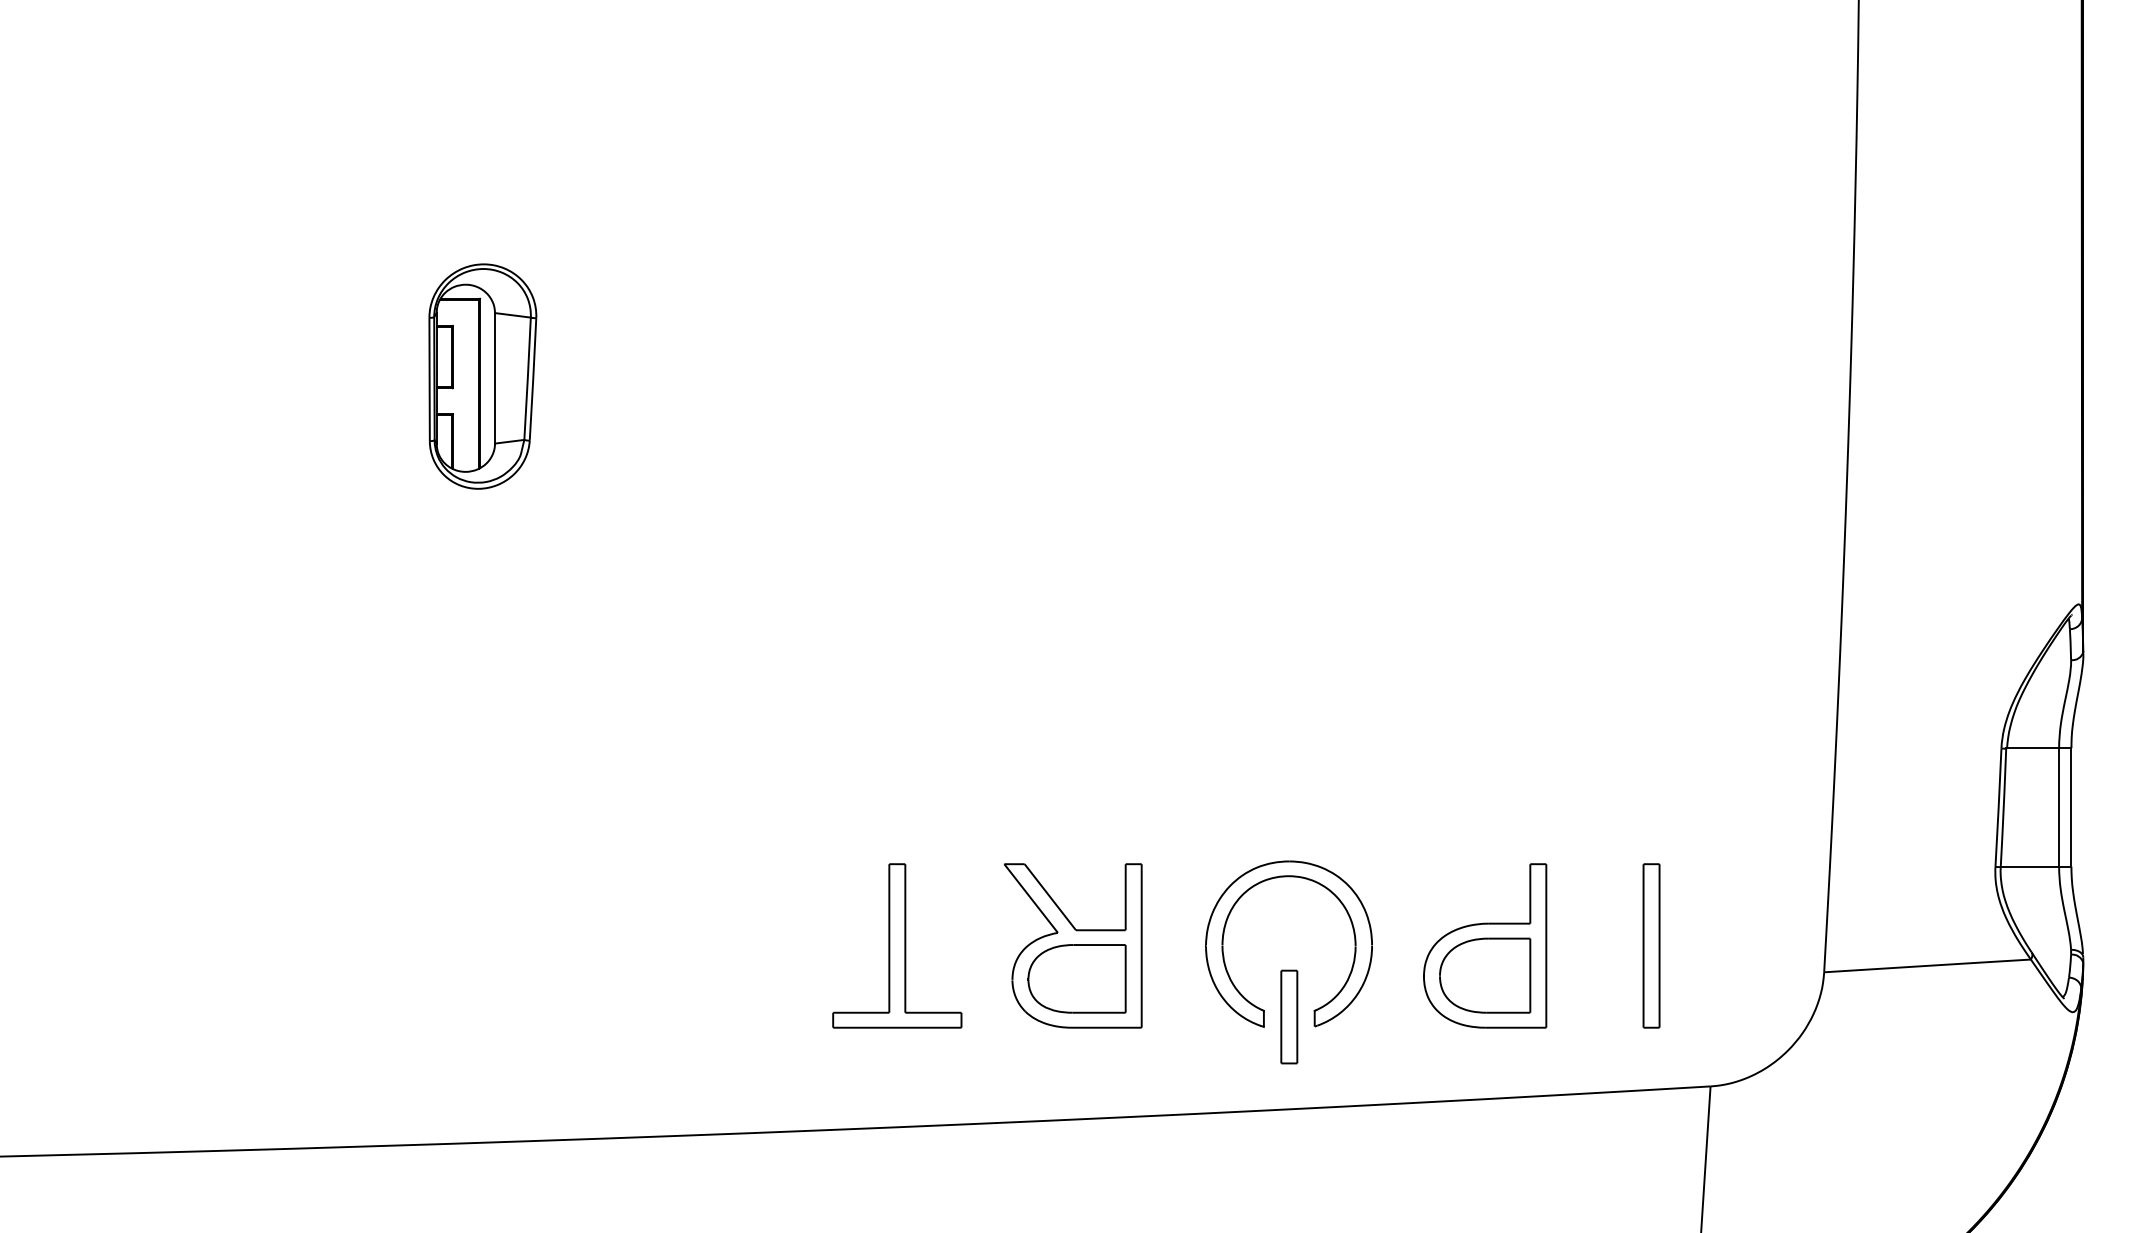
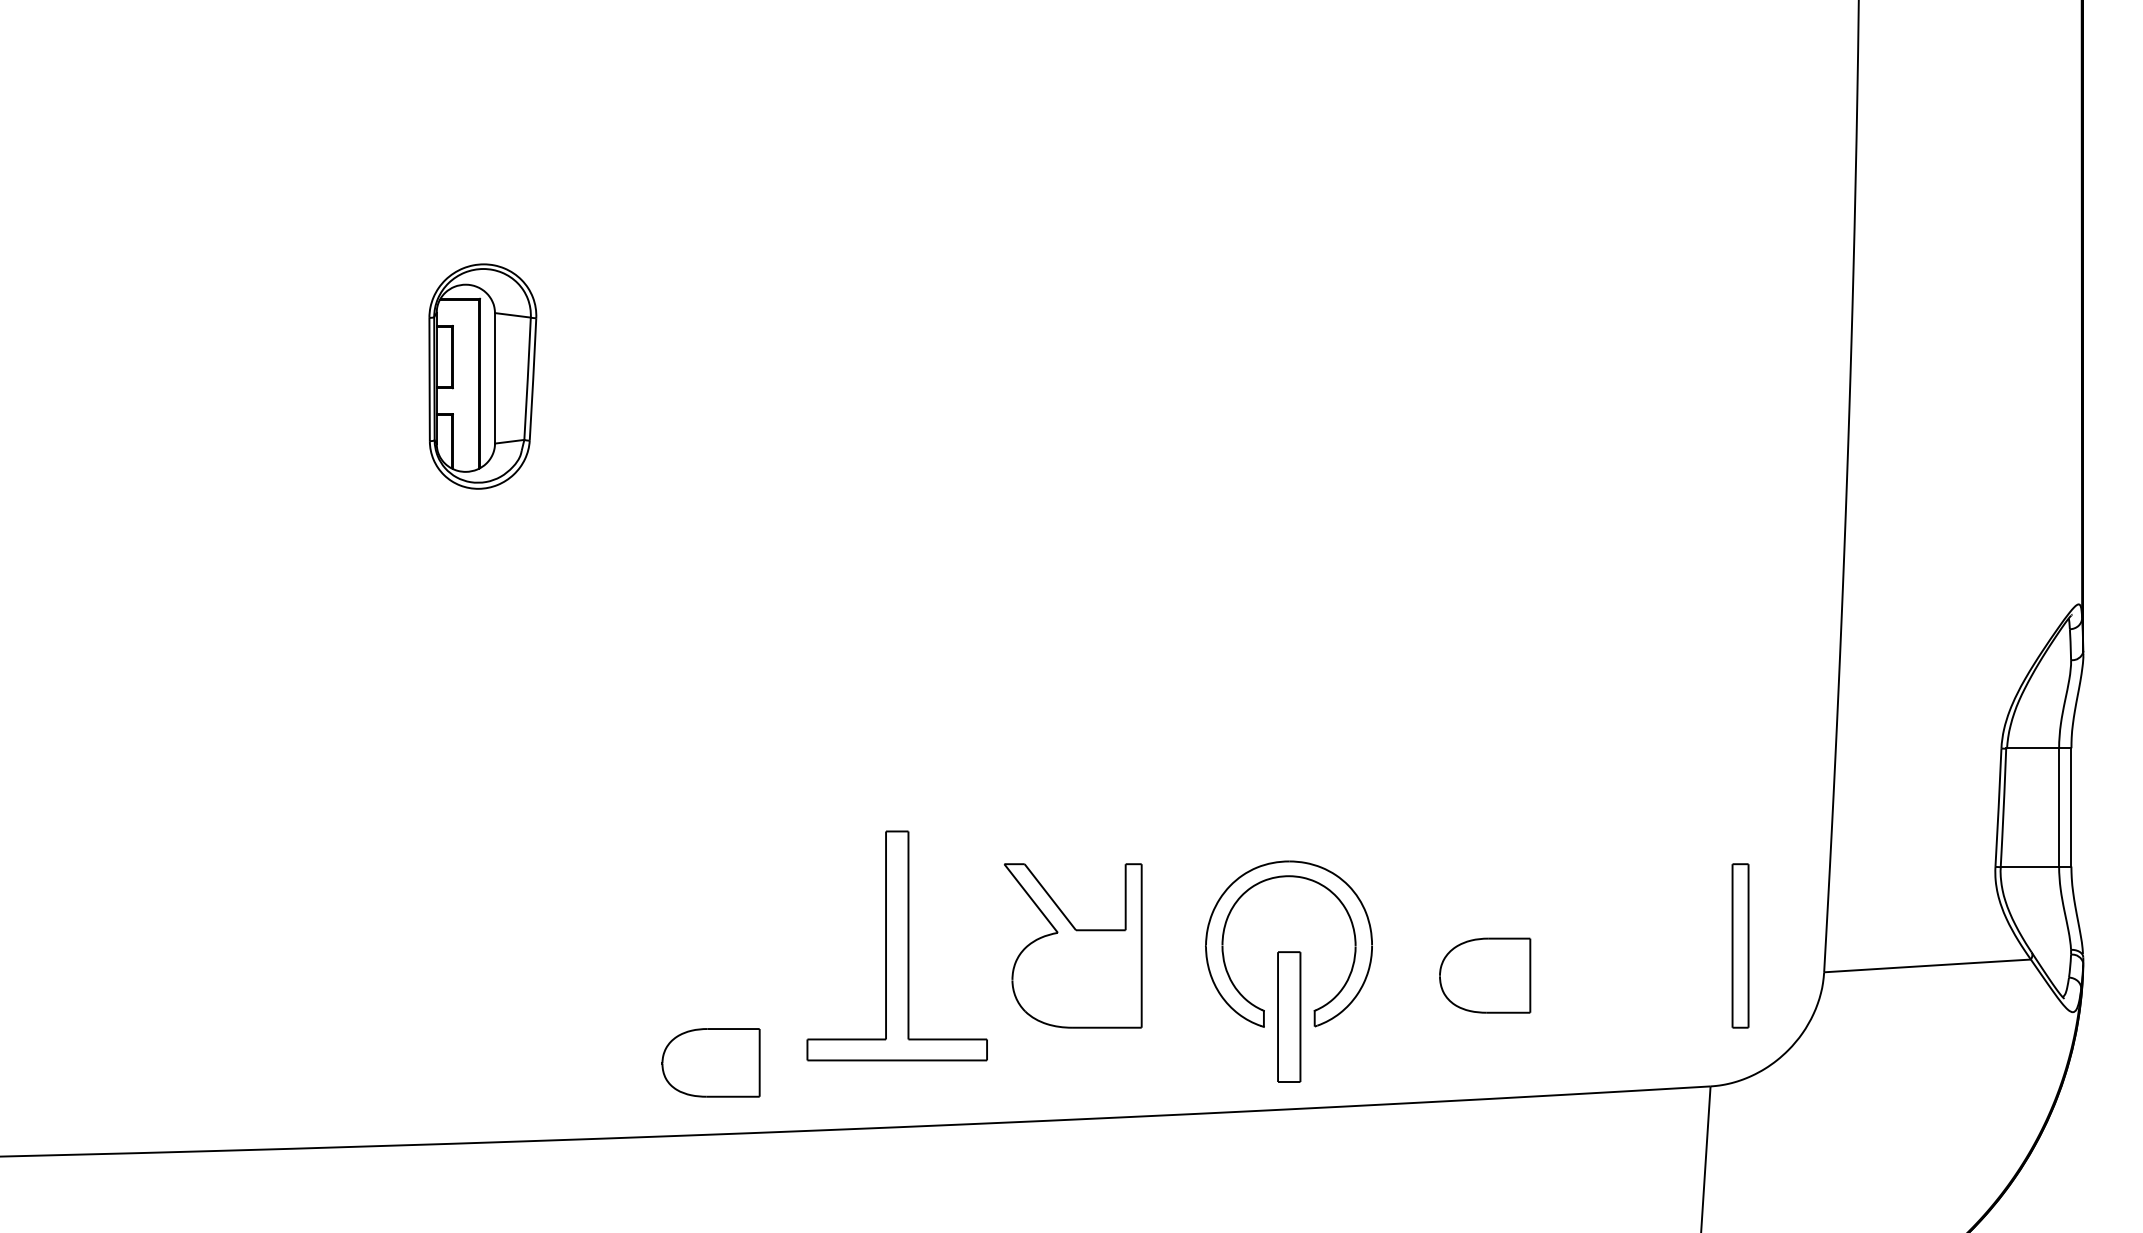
part at (897, 945) size: 131x166 px -> 182x232 px
part at (1485, 945): present -> none
part at (1651, 945) position: (1651, 945) -> (1740, 945)
part at (1076, 978) position: (1076, 978) -> (710, 1062)
part at (1289, 1016) size: 19x96 px -> 25x132 px
